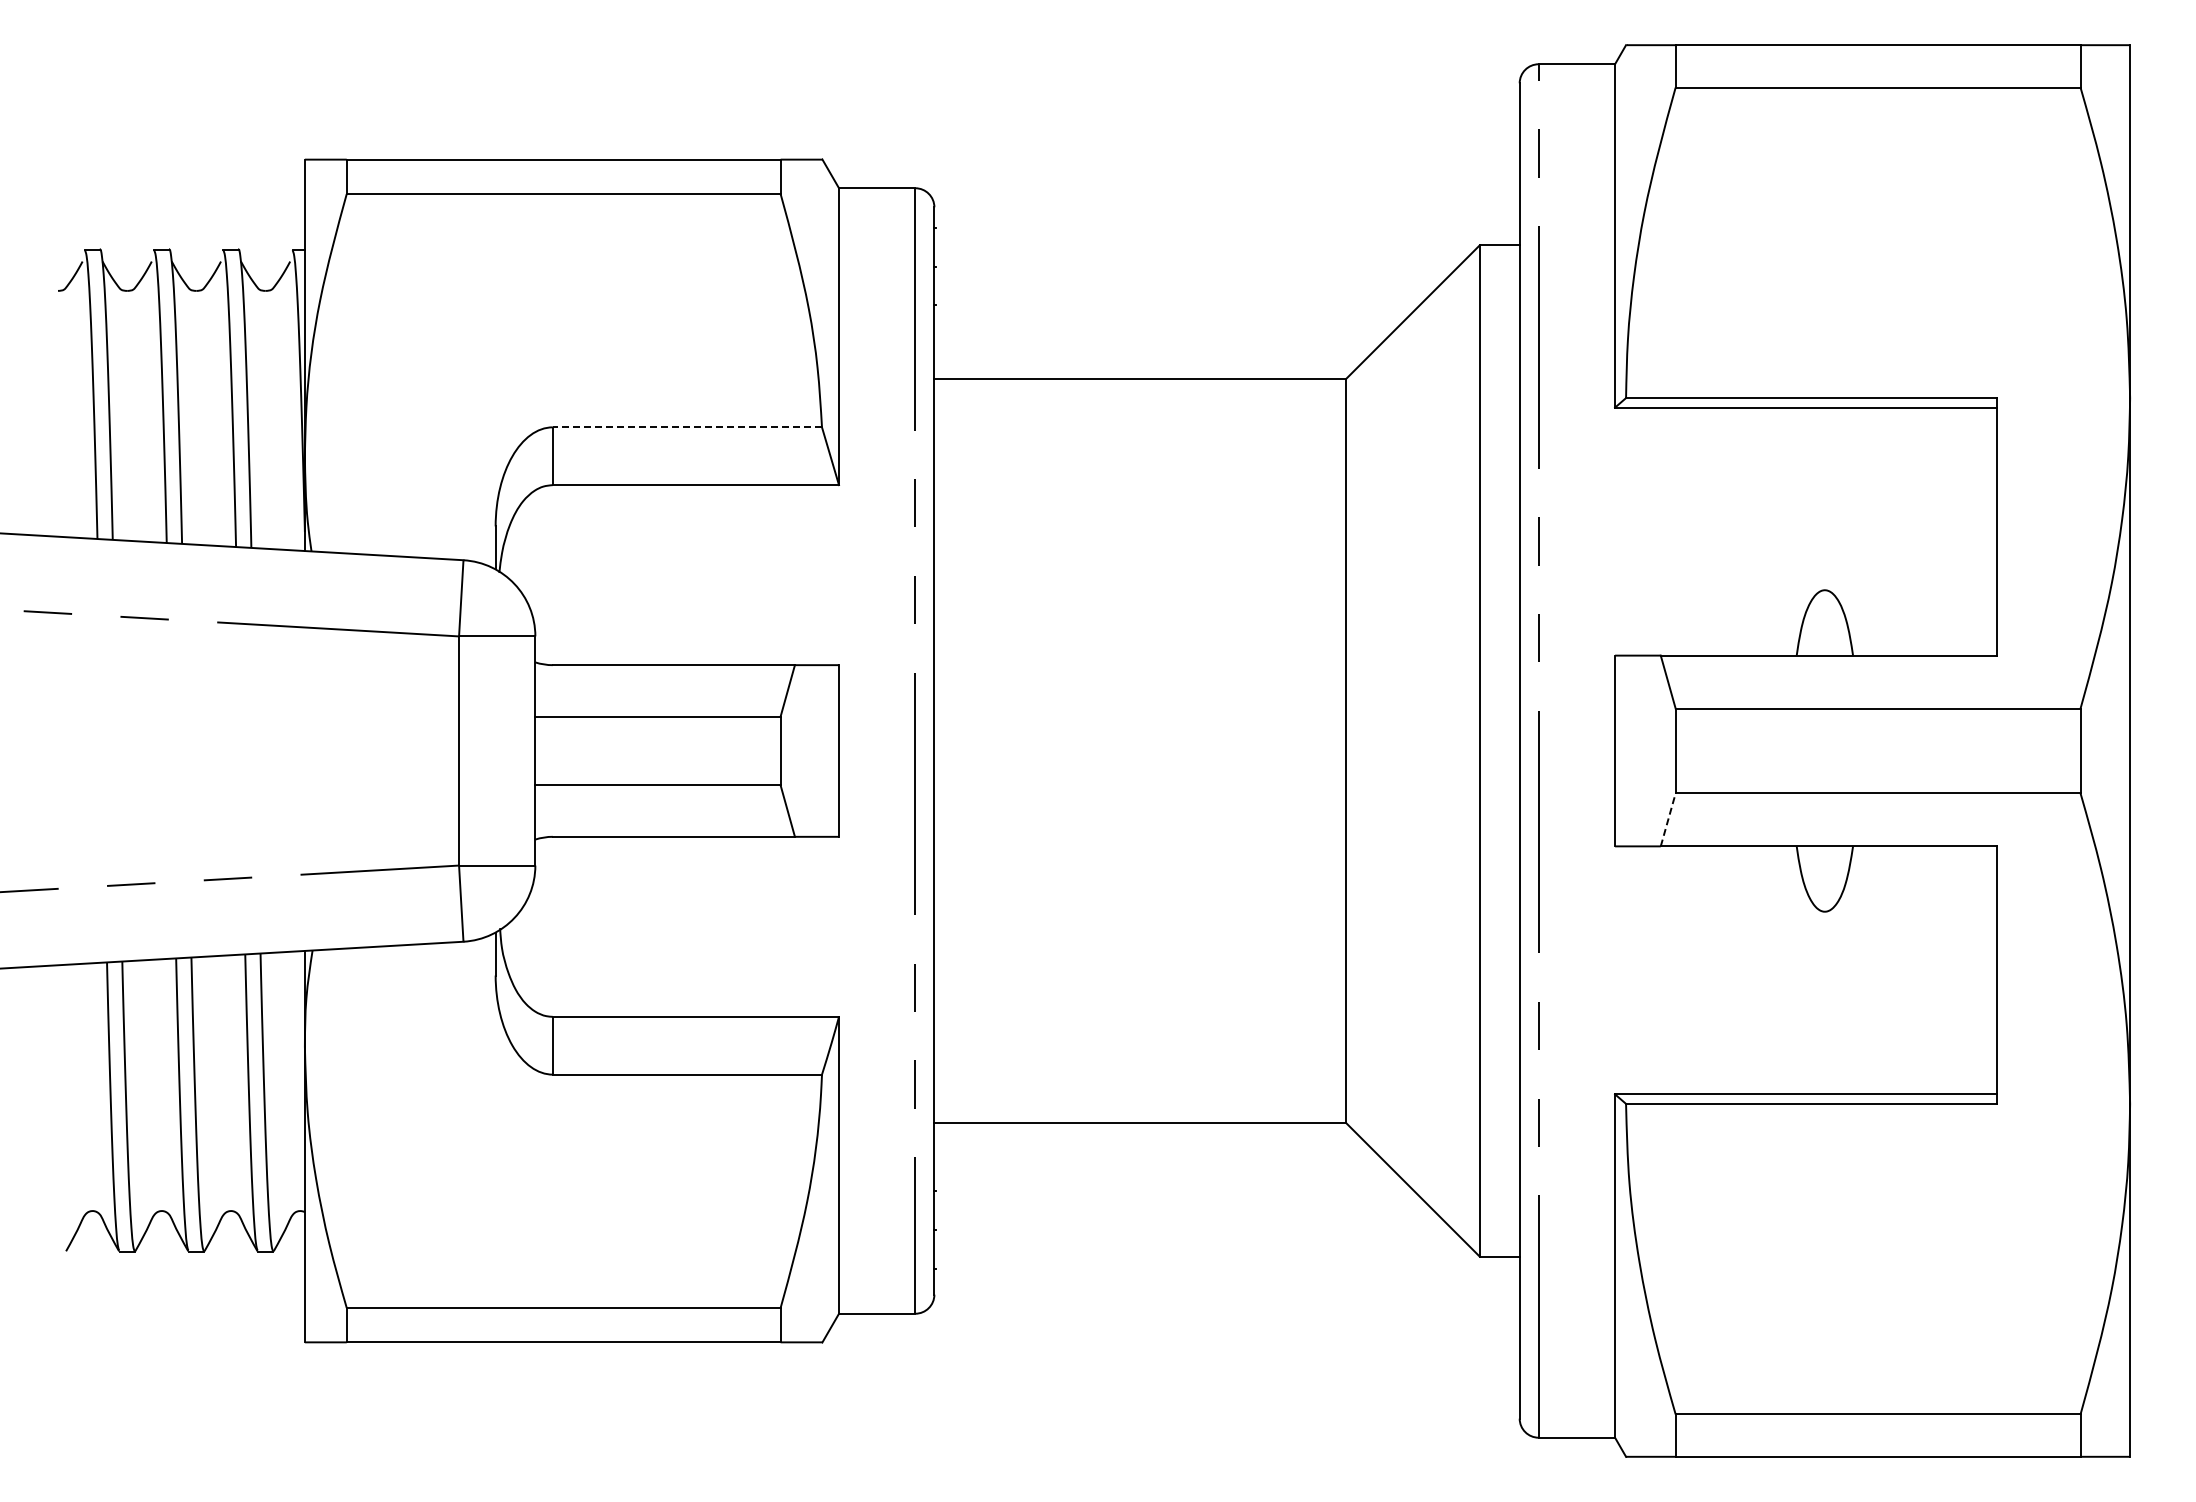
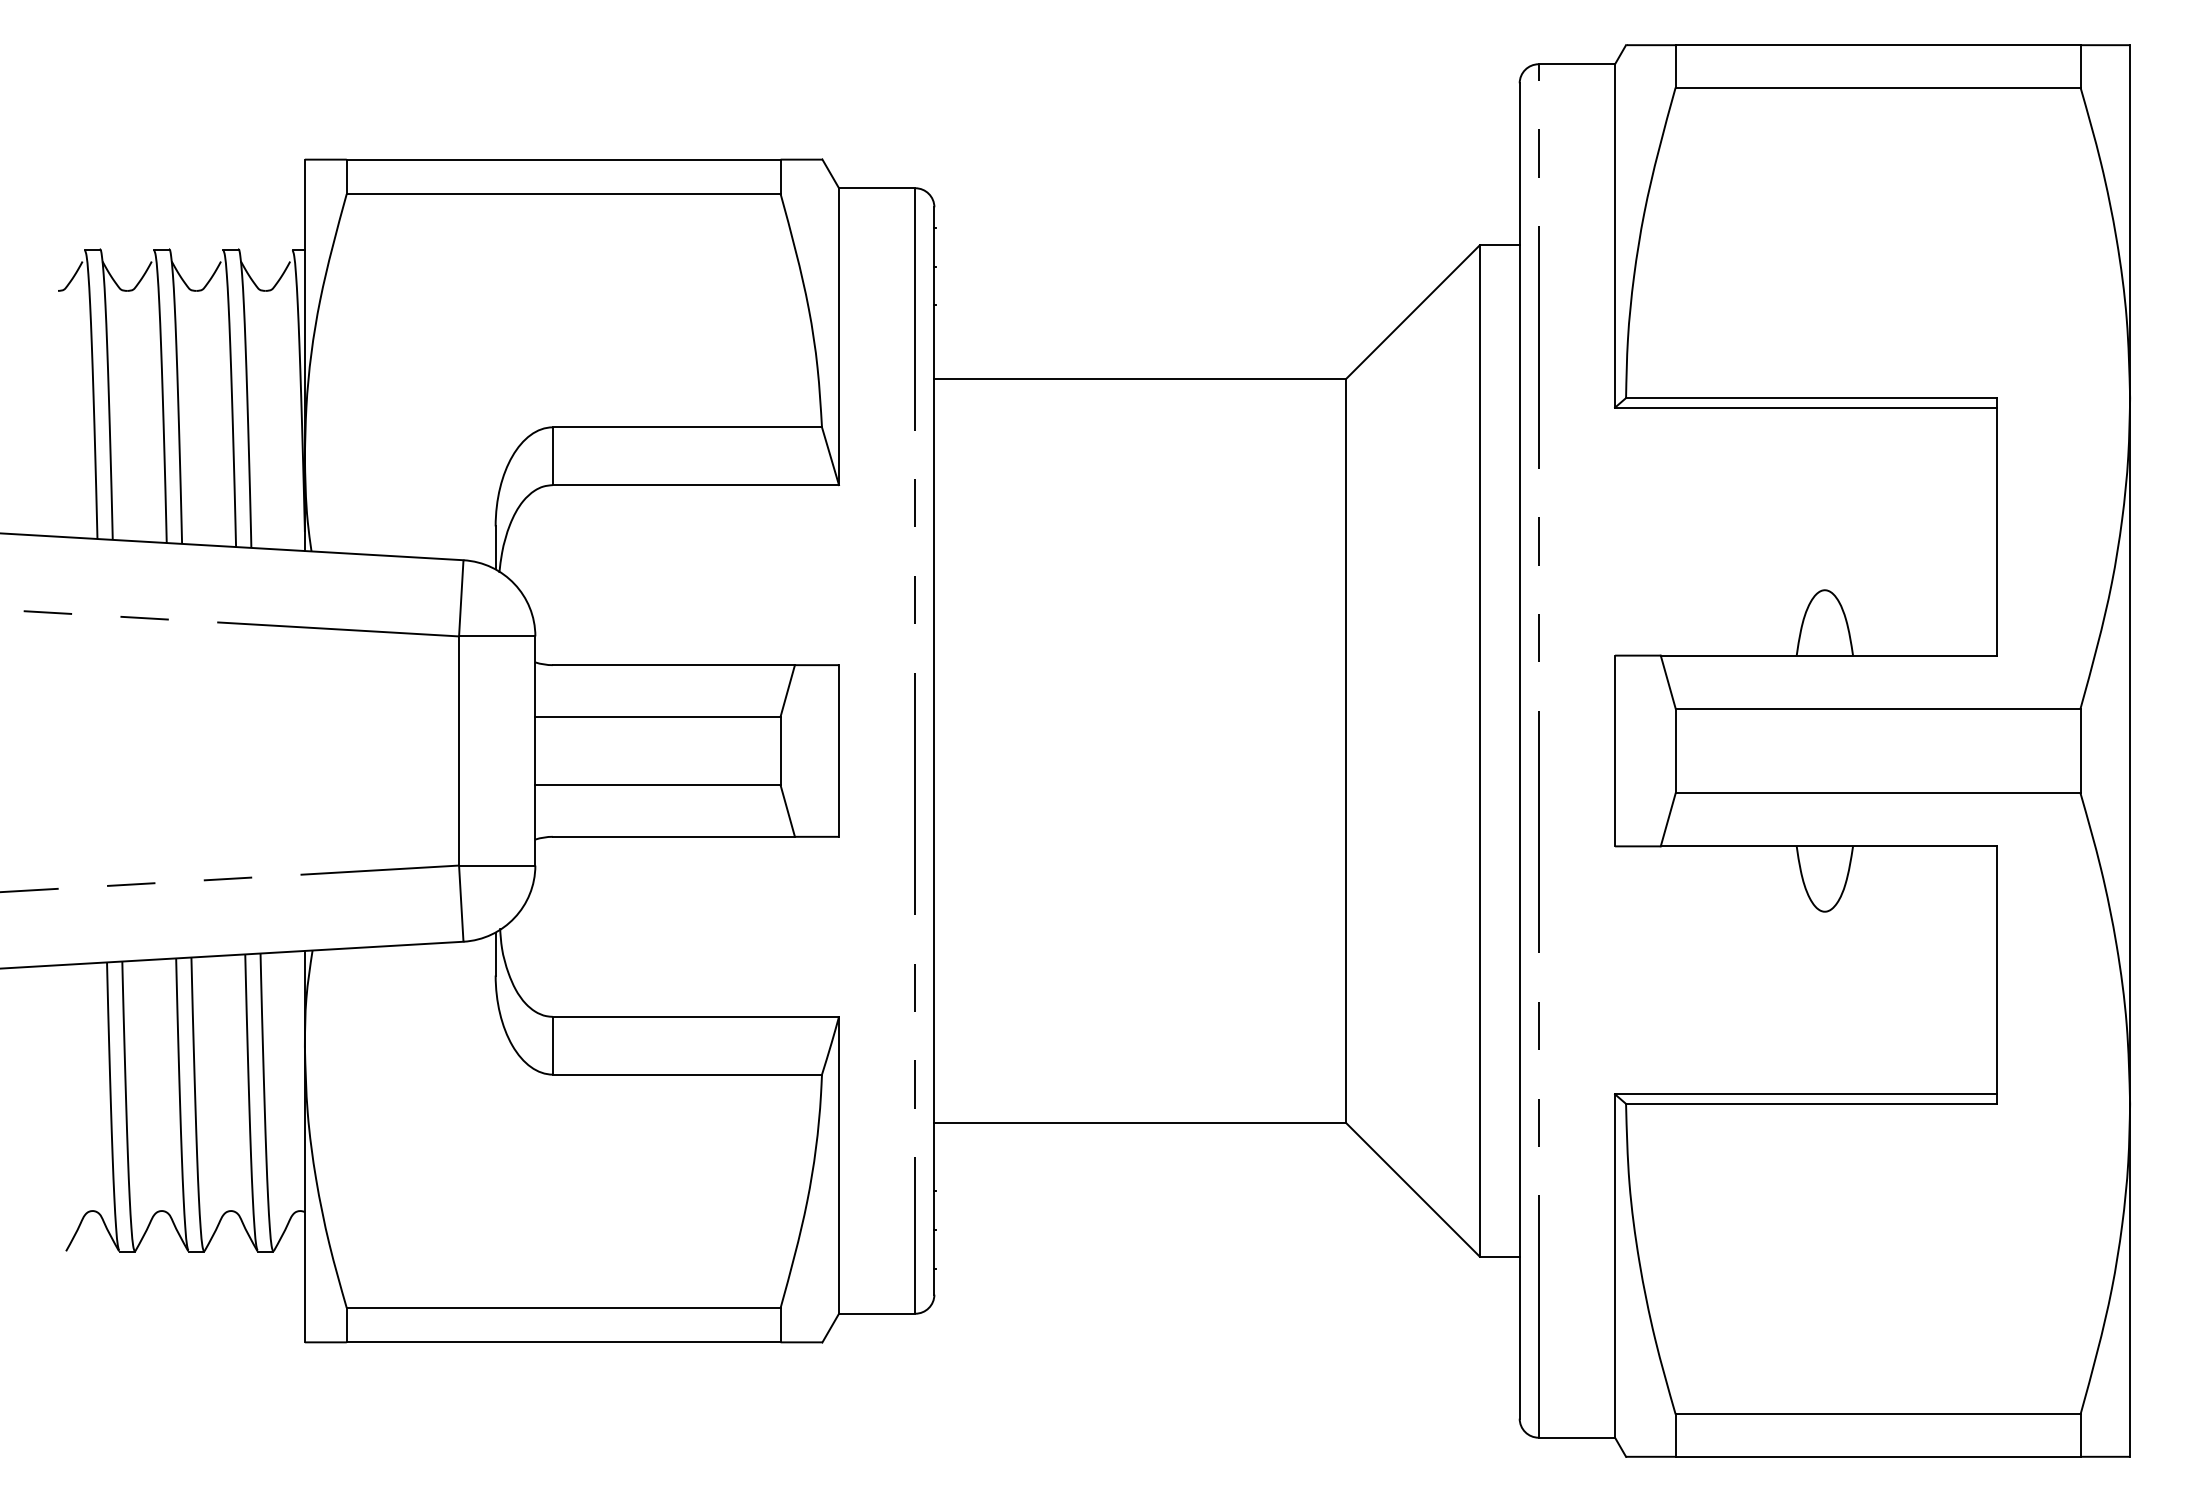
line at (687, 427): dashed -> solid
line at (1668, 819): dashed -> solid
